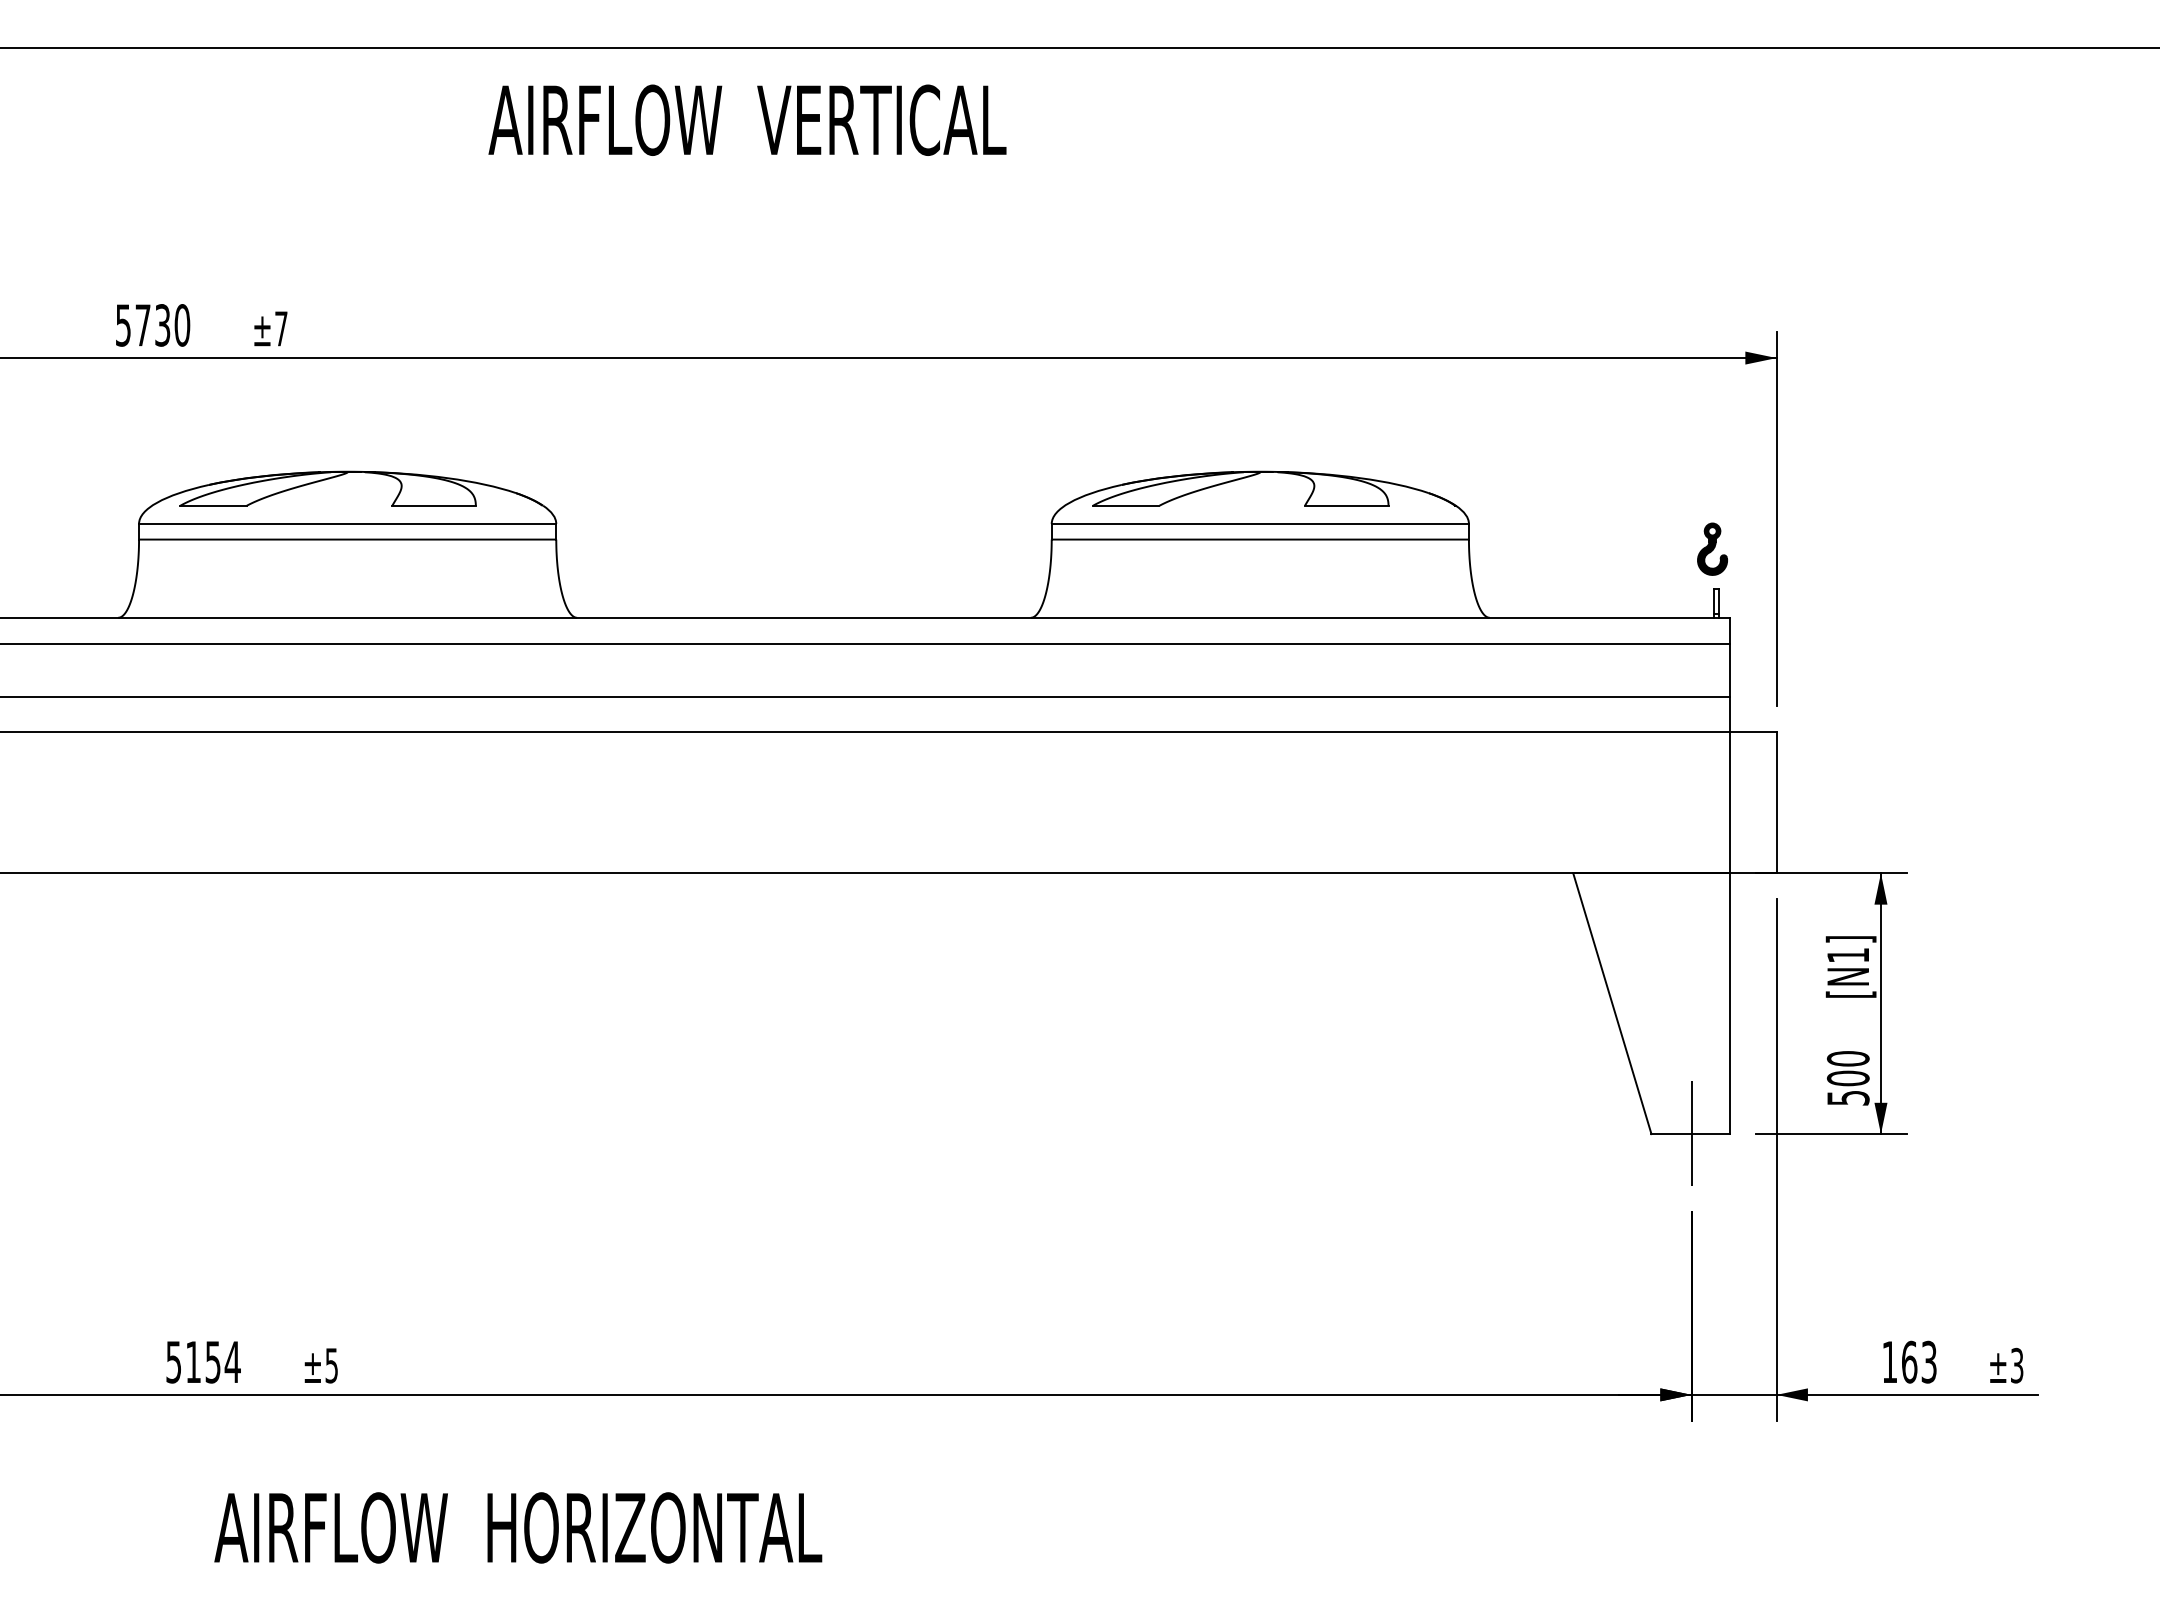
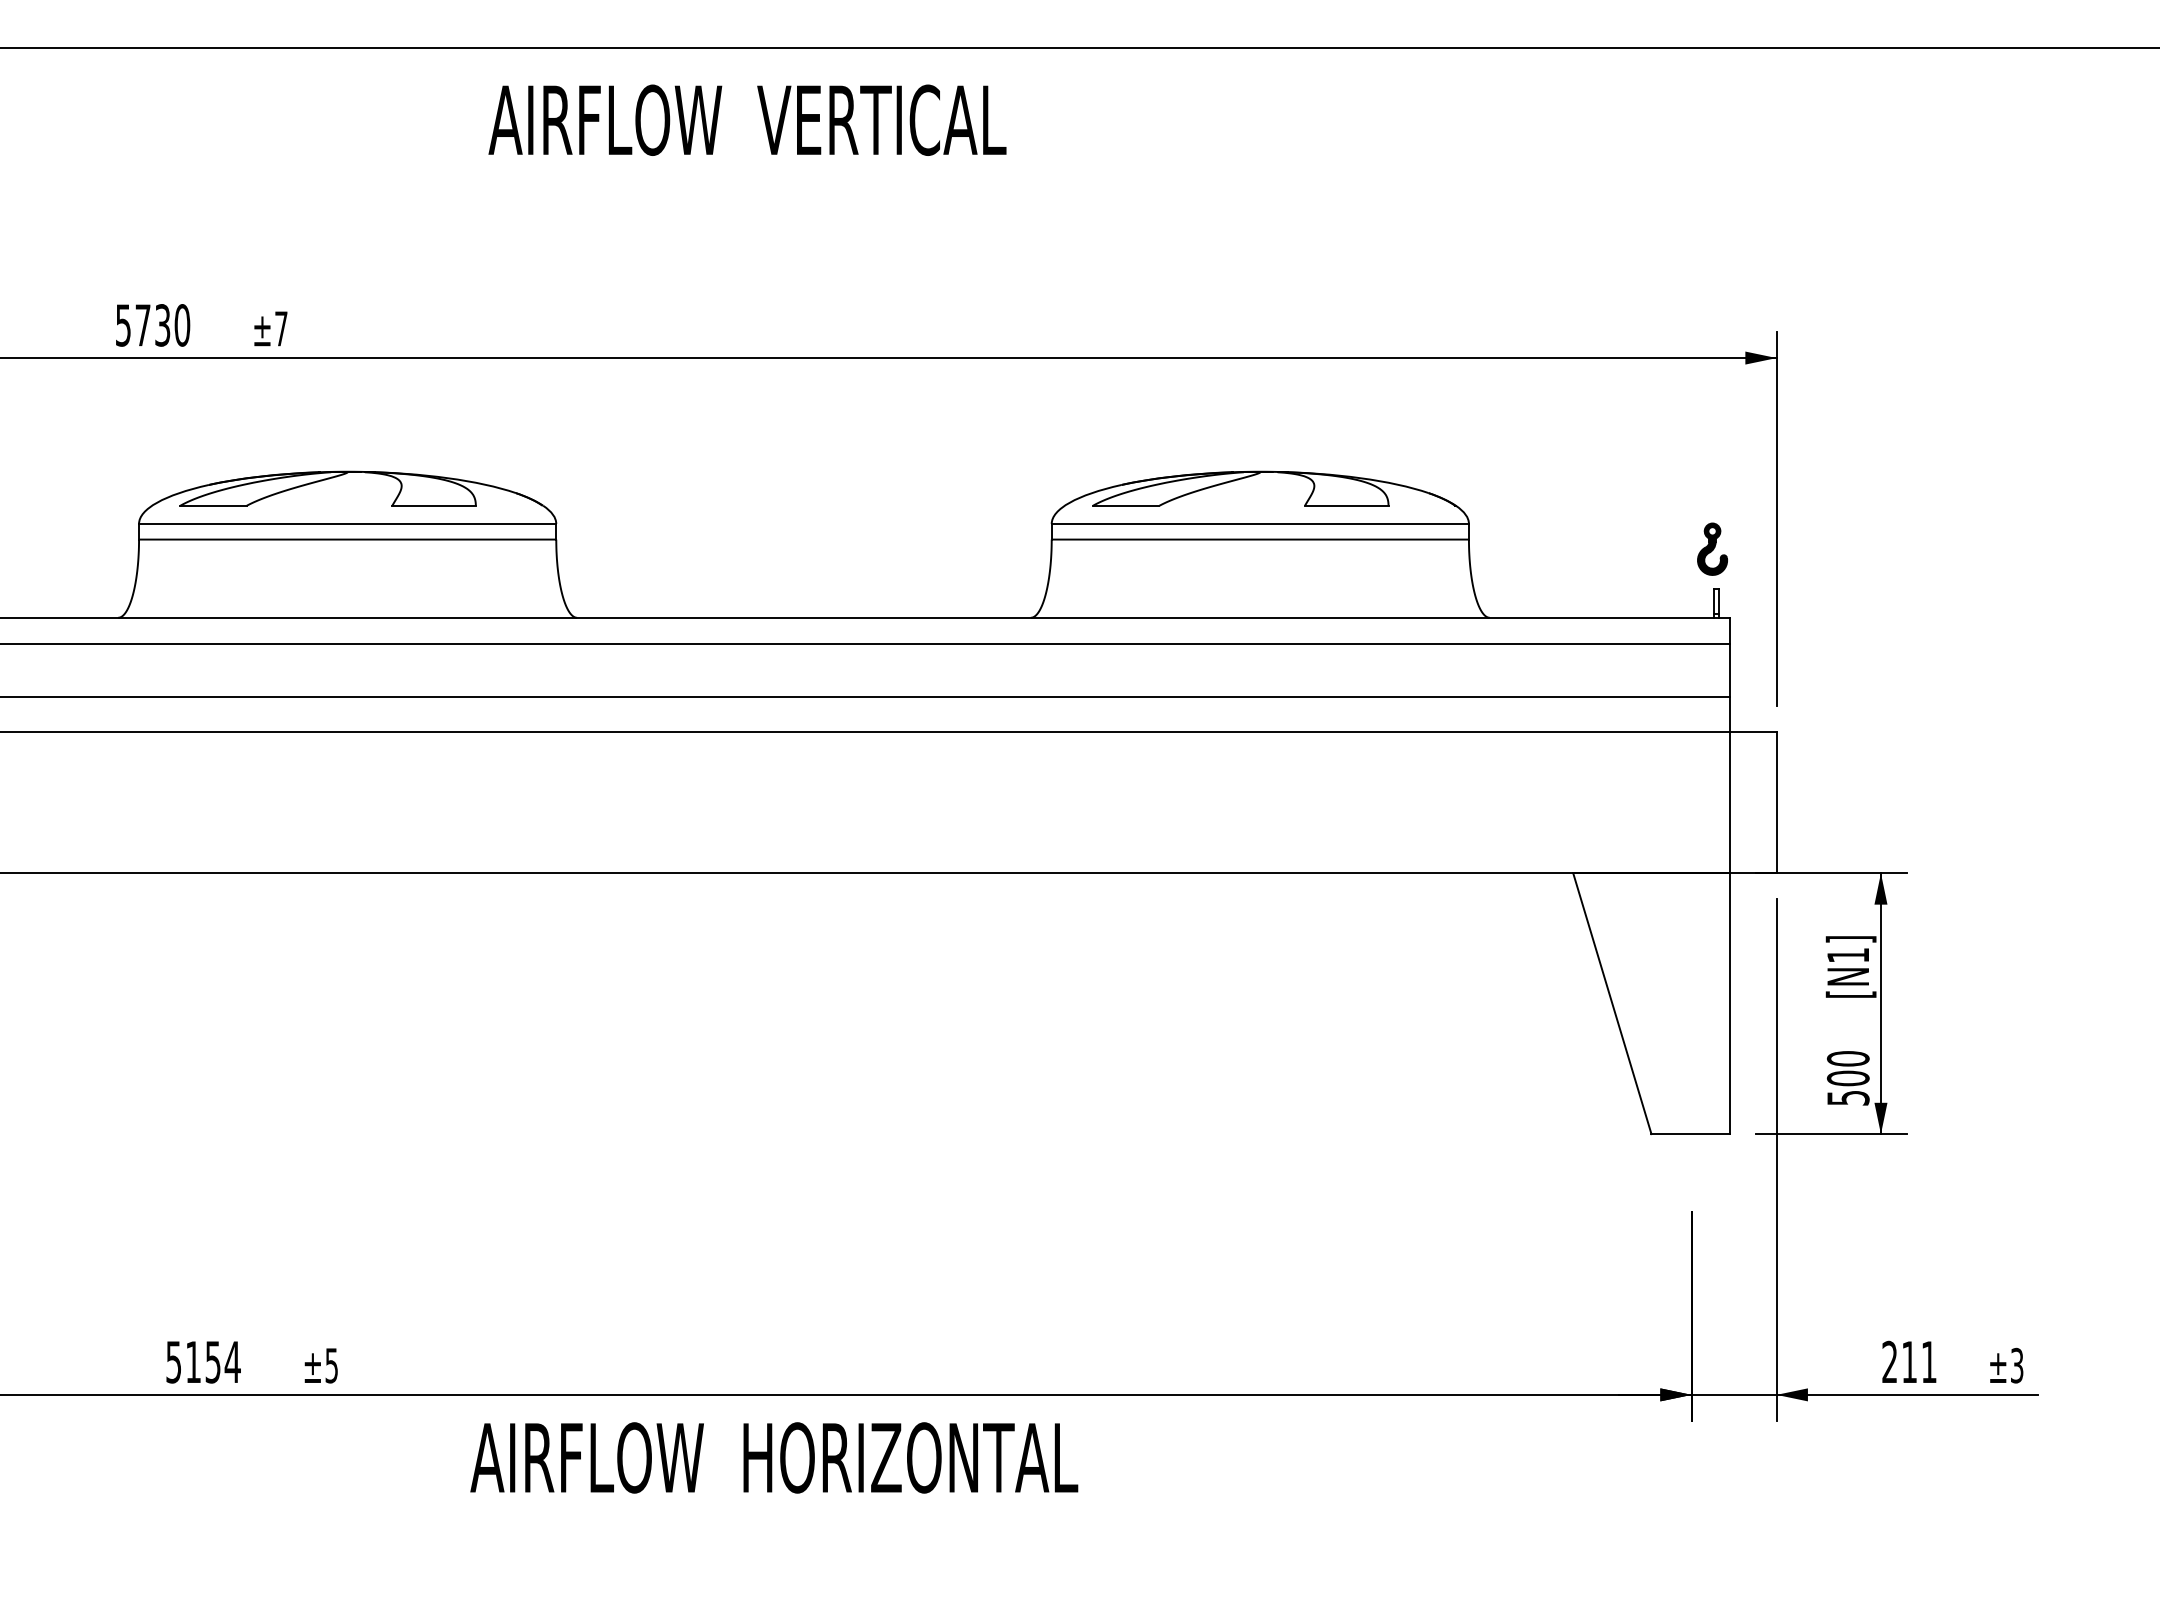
line at (1691, 1133): present -> none
text at (1909, 1361): 163 -> 211
text at (518, 1527) position: (518, 1527) -> (774, 1457)
